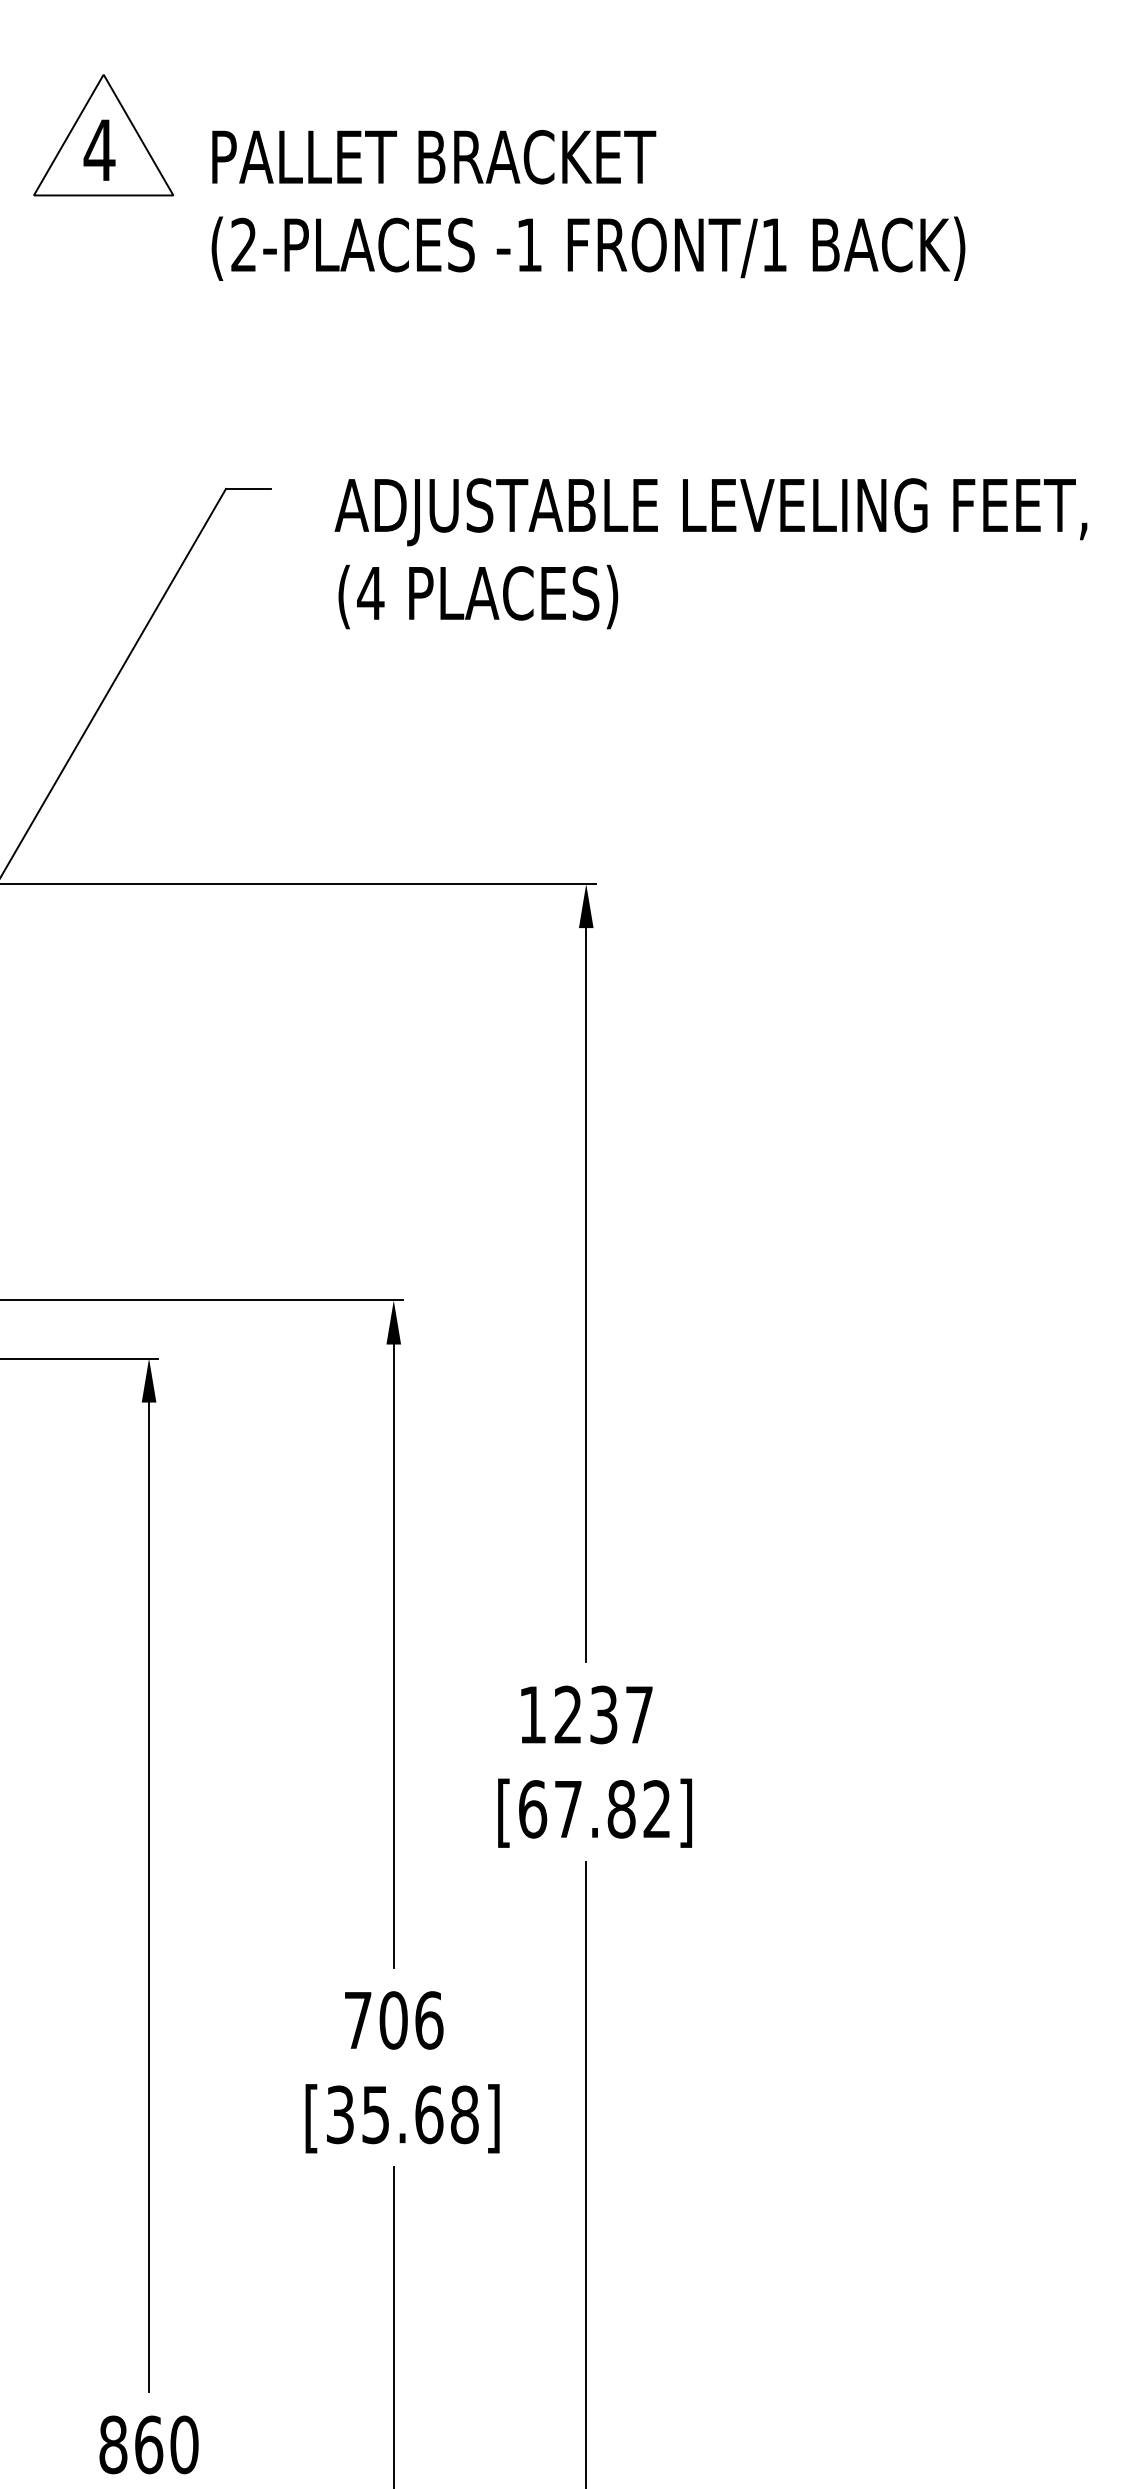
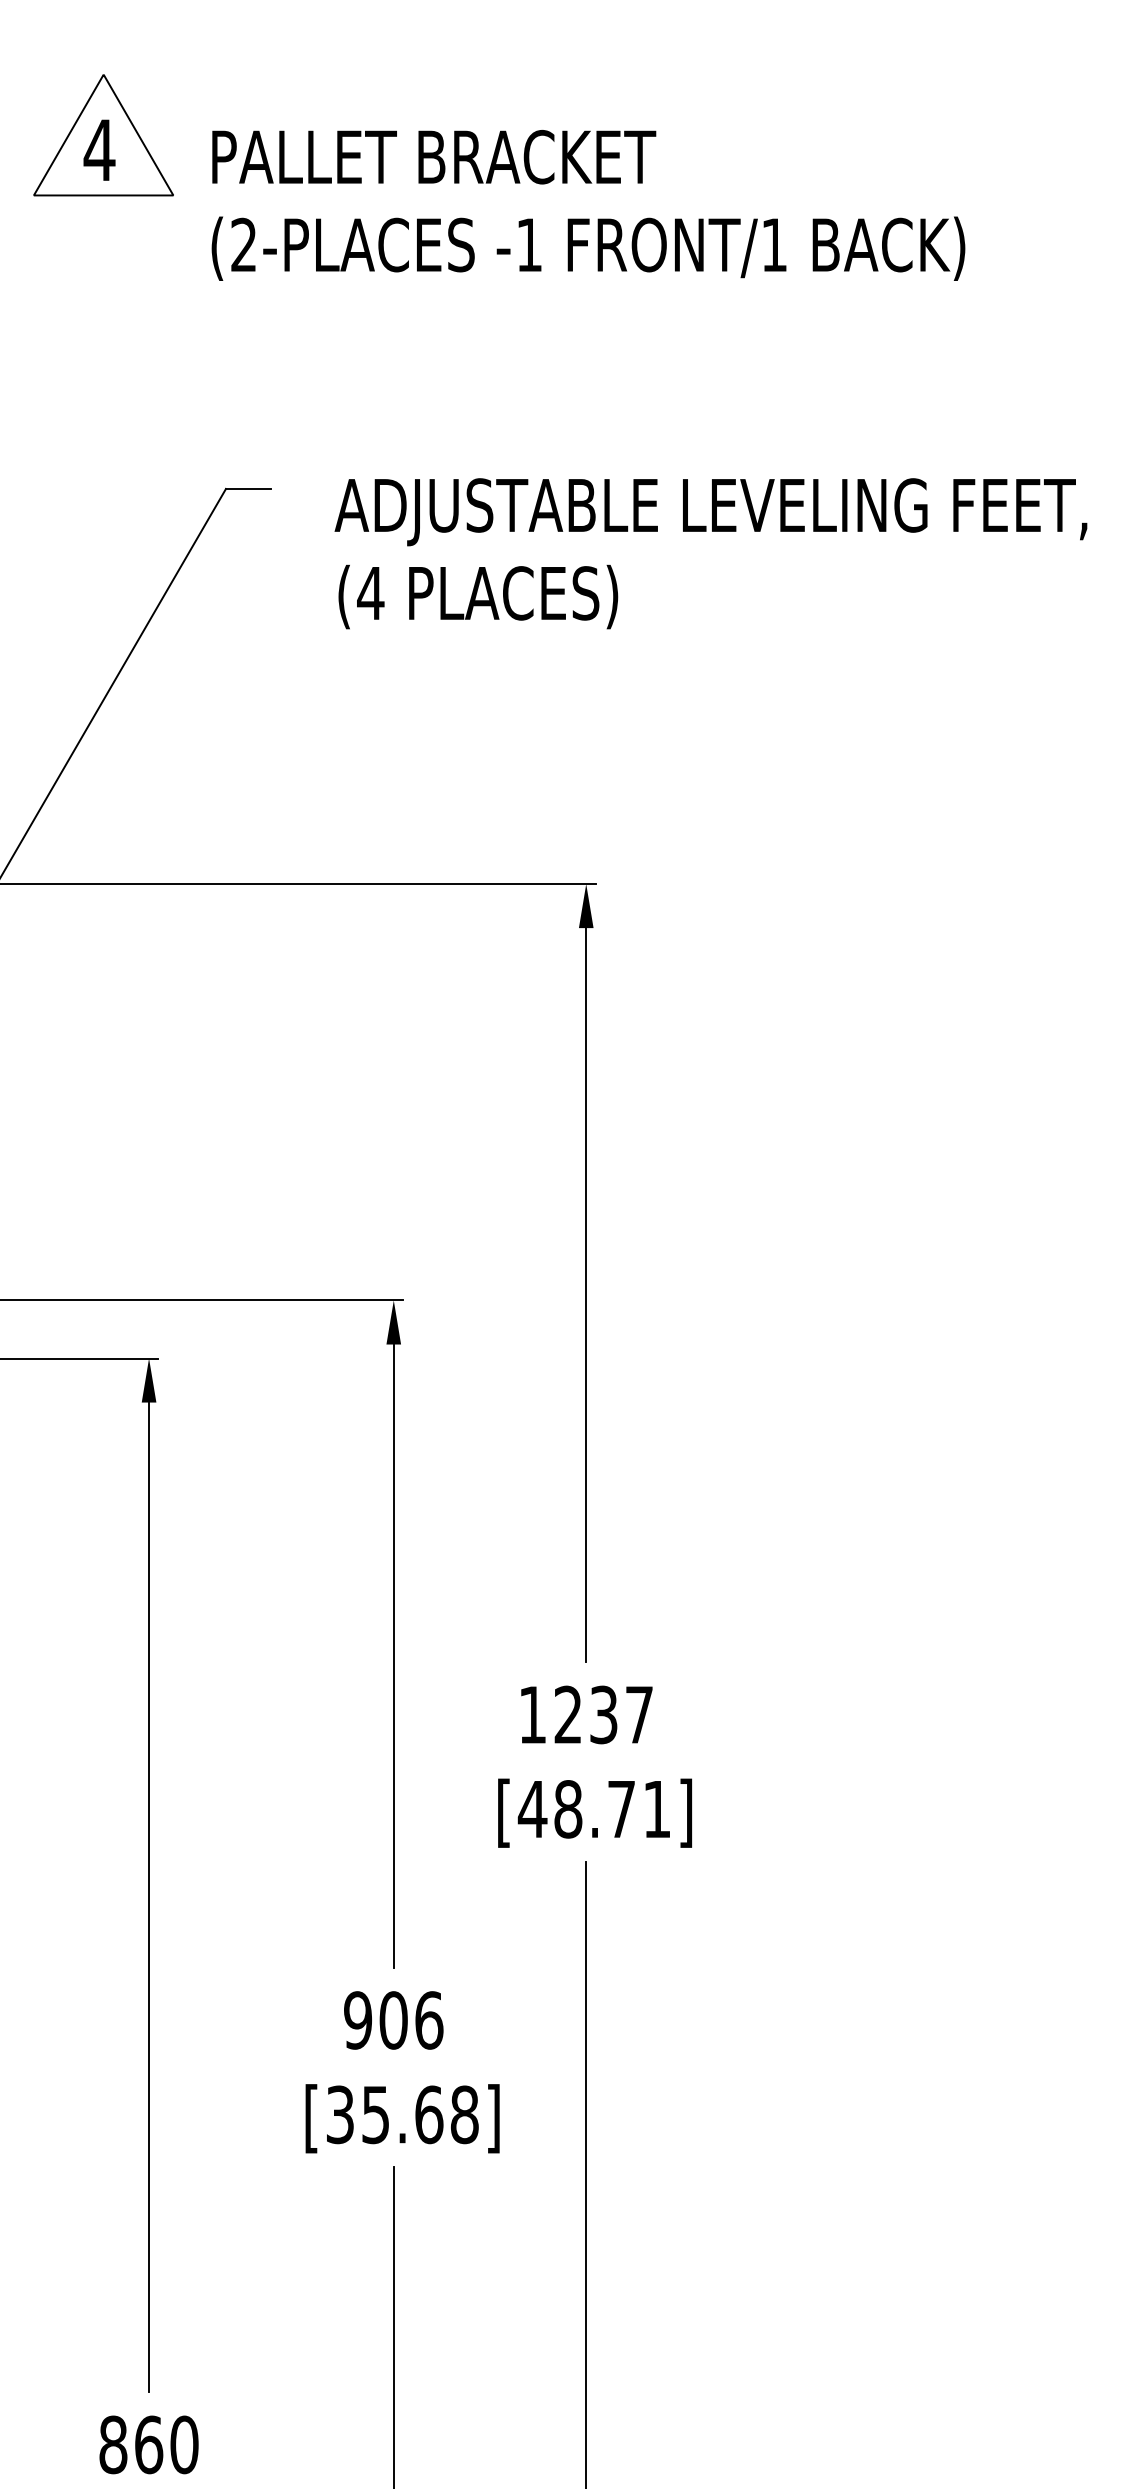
text at (593, 1809): [67.82] -> [48.71]
text at (358, 2020): 706 -> 906
